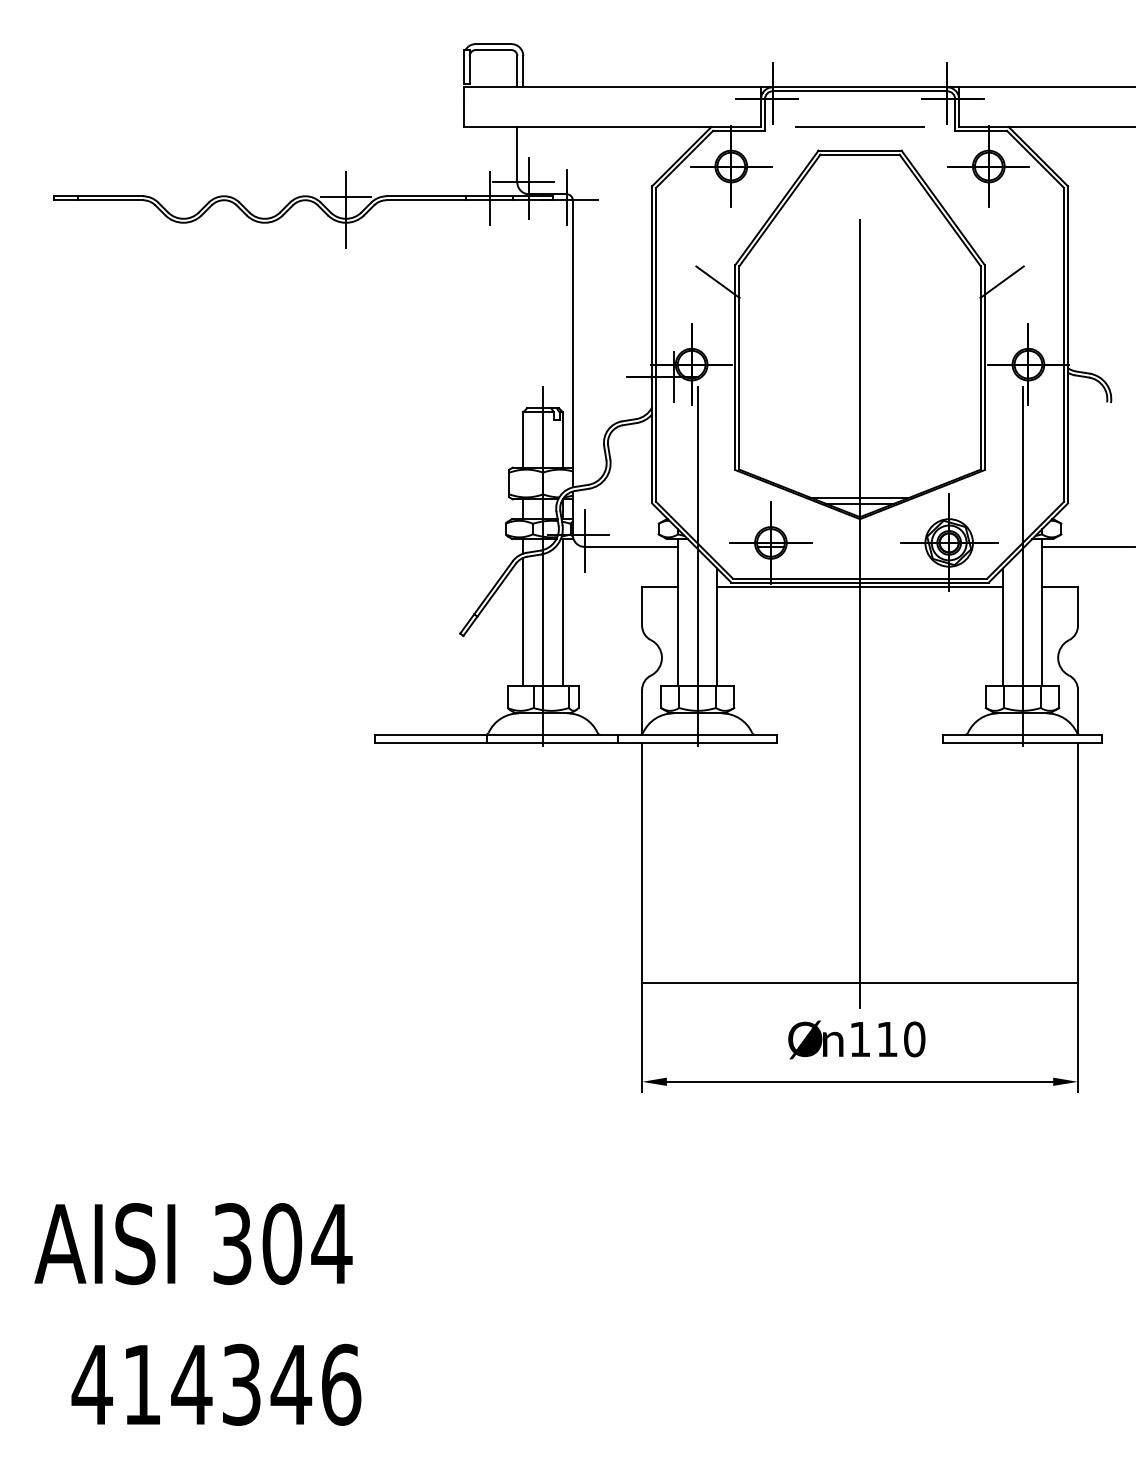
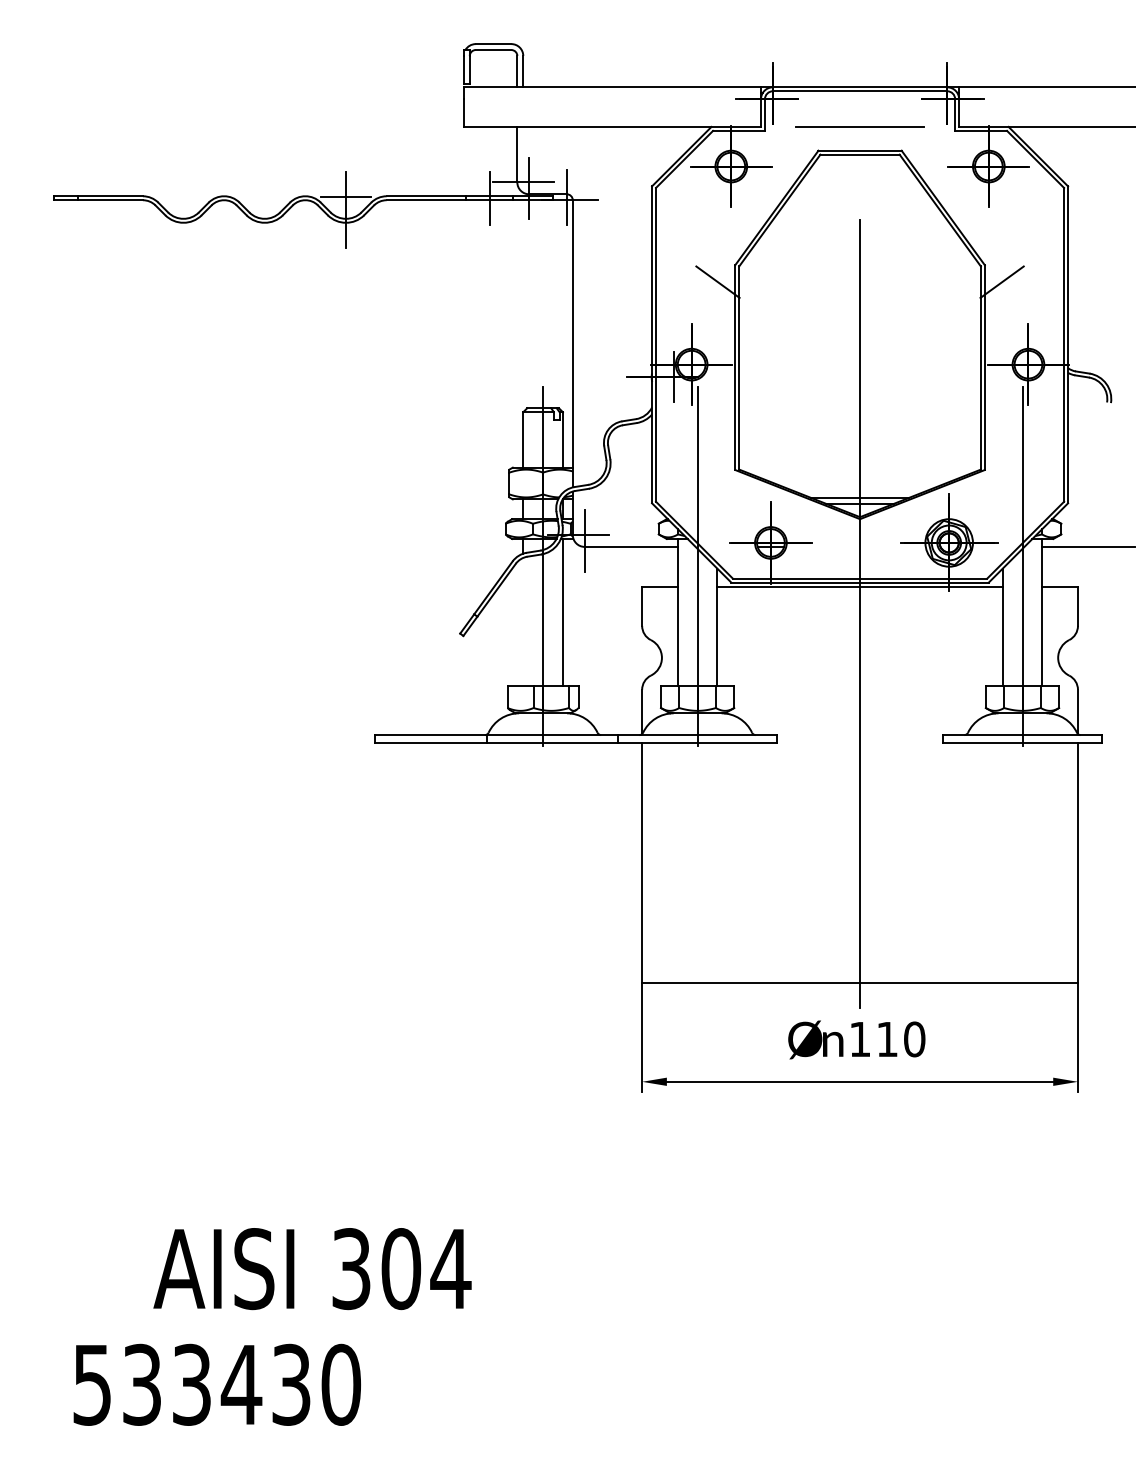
line at (523, 621): present -> none
text at (193, 1244) position: (193, 1244) -> (312, 1269)
text at (216, 1384): 414346 -> 533430
